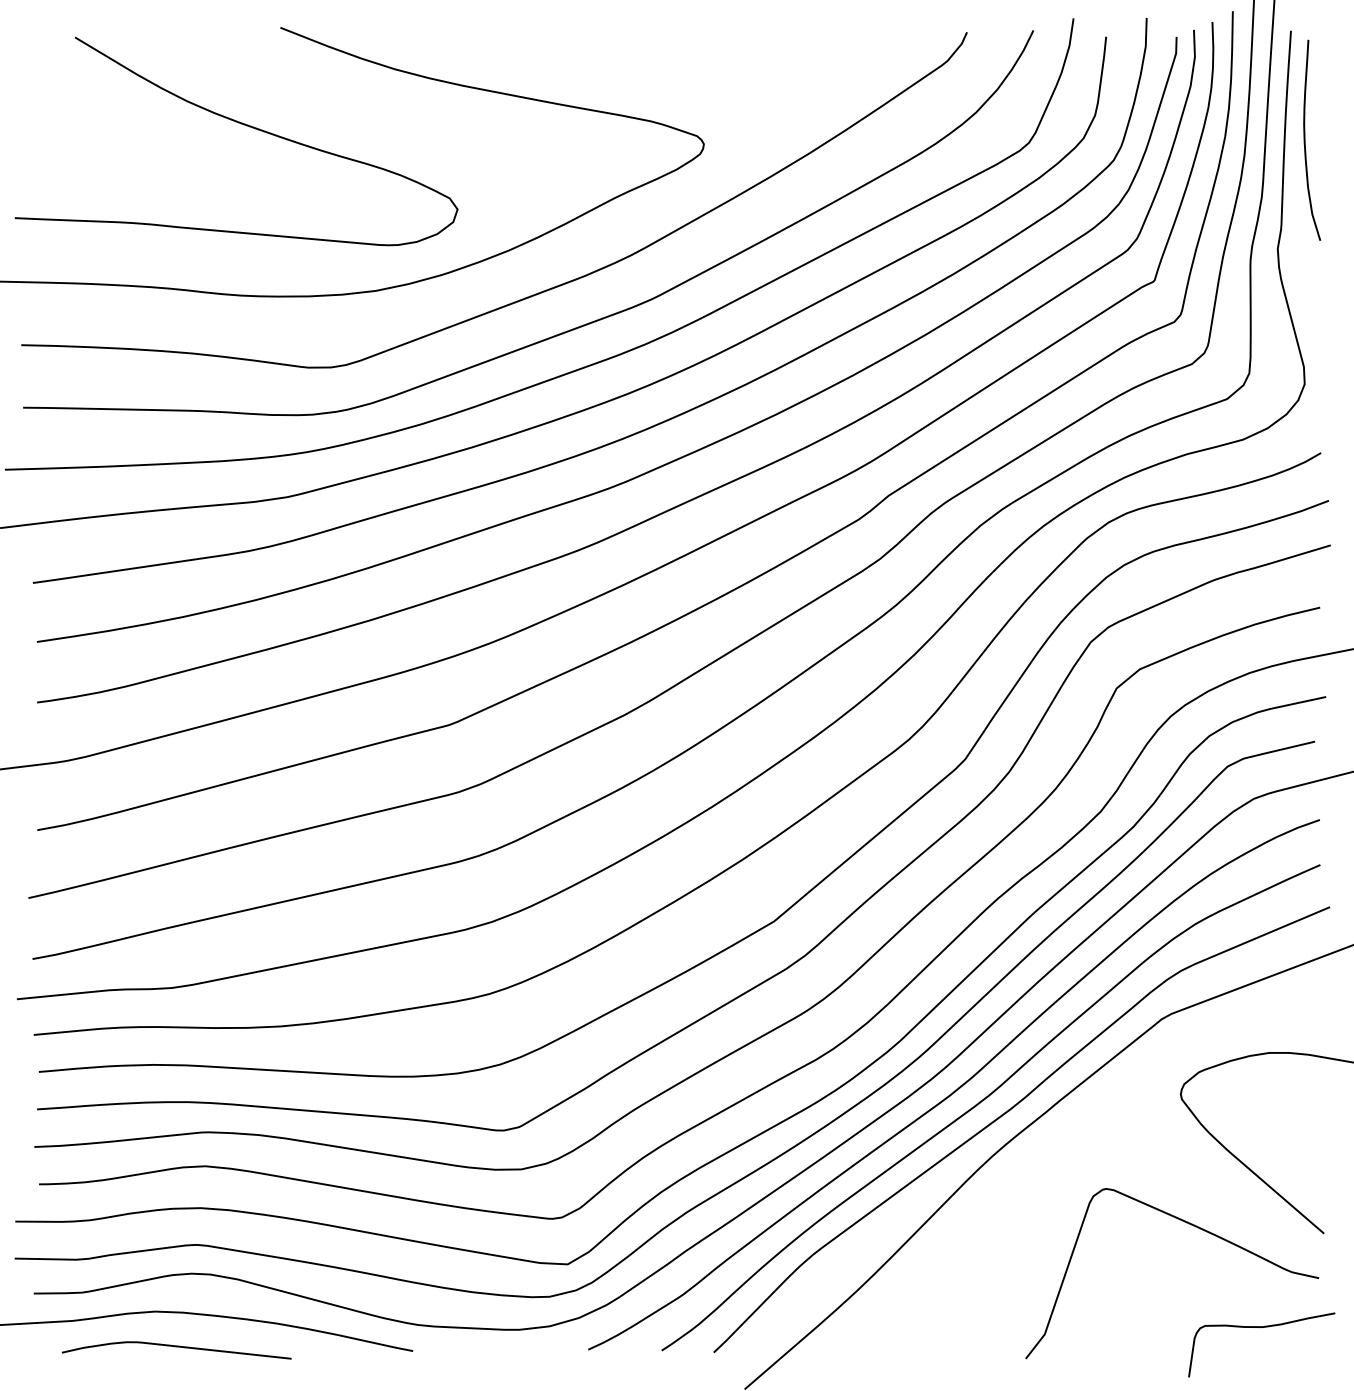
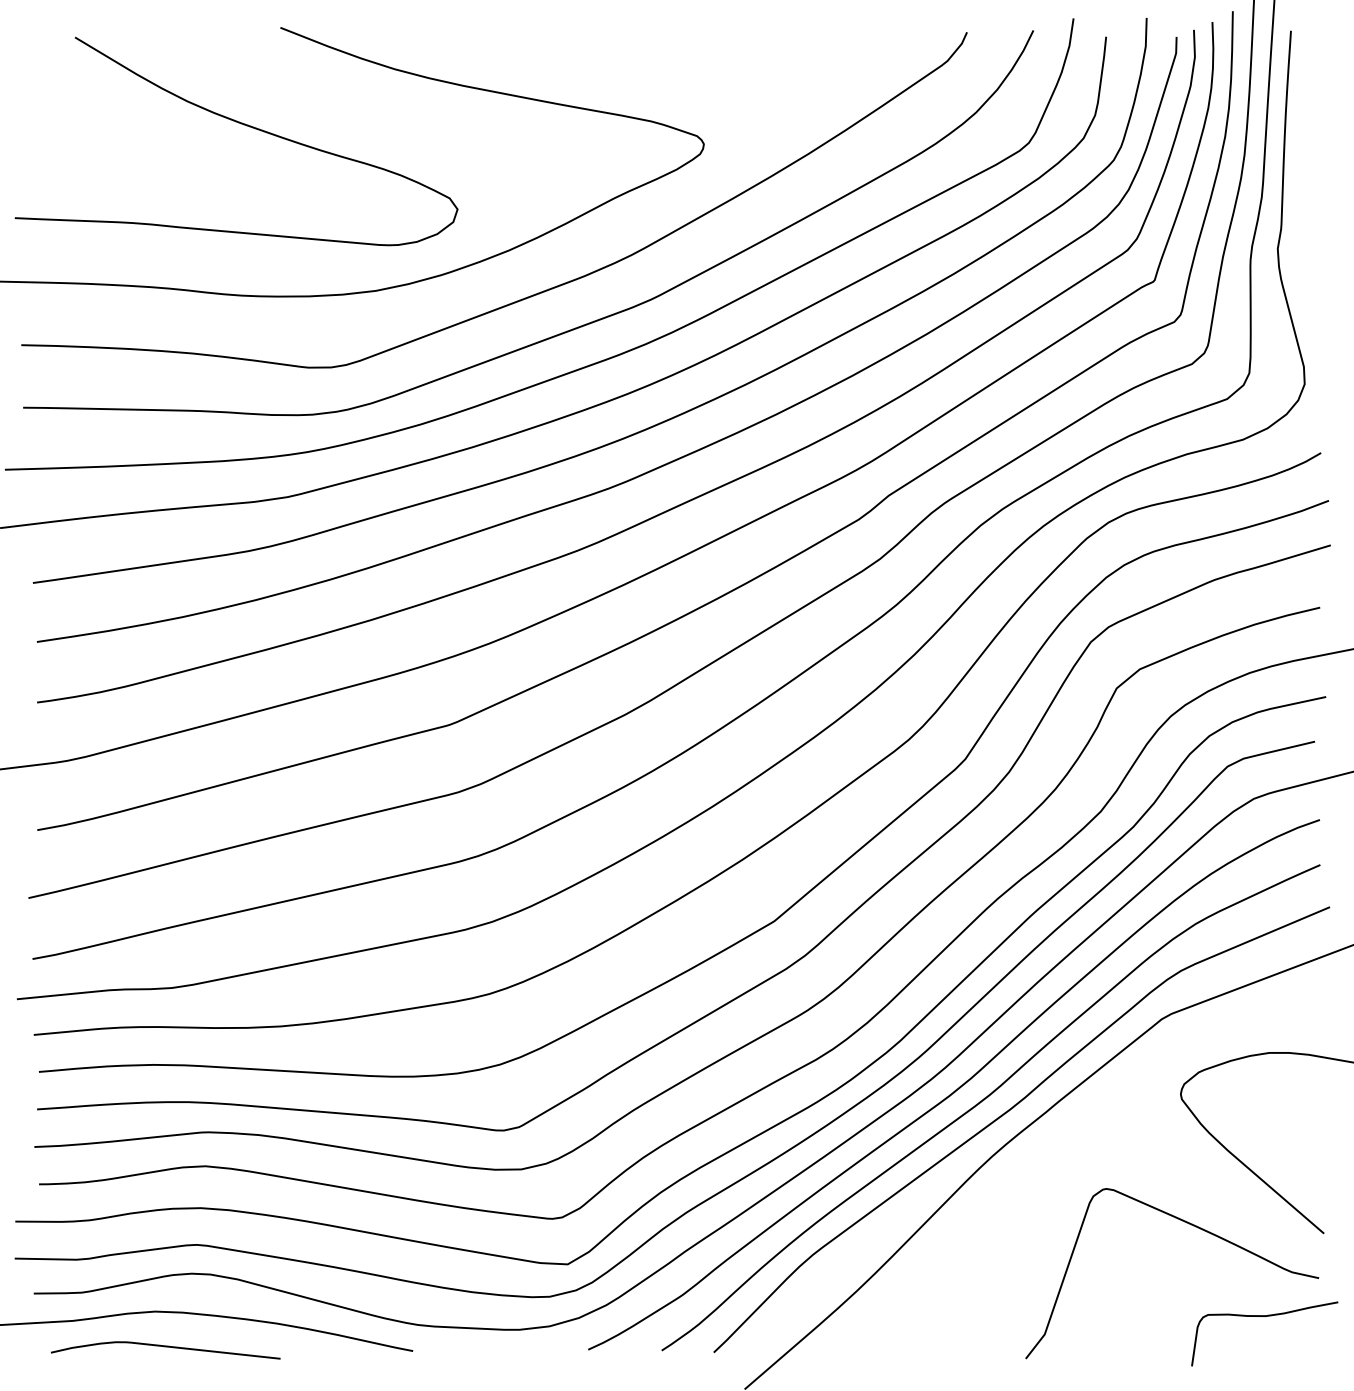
curve at (1305, 139): present -> none
curve at (1261, 1327) position: (1261, 1327) -> (1264, 1316)
curve at (176, 1347) position: (176, 1347) -> (165, 1347)
